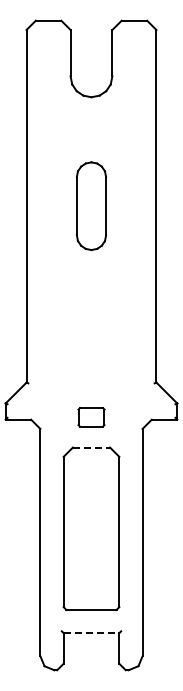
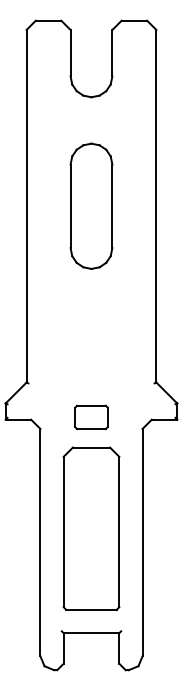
part at (91, 205) size: 33x90 px -> 45x128 px
part at (91, 417) size: 29x21 px -> 35x26 px
line at (91, 447): dashed -> solid
line at (91, 633): dashed -> solid
